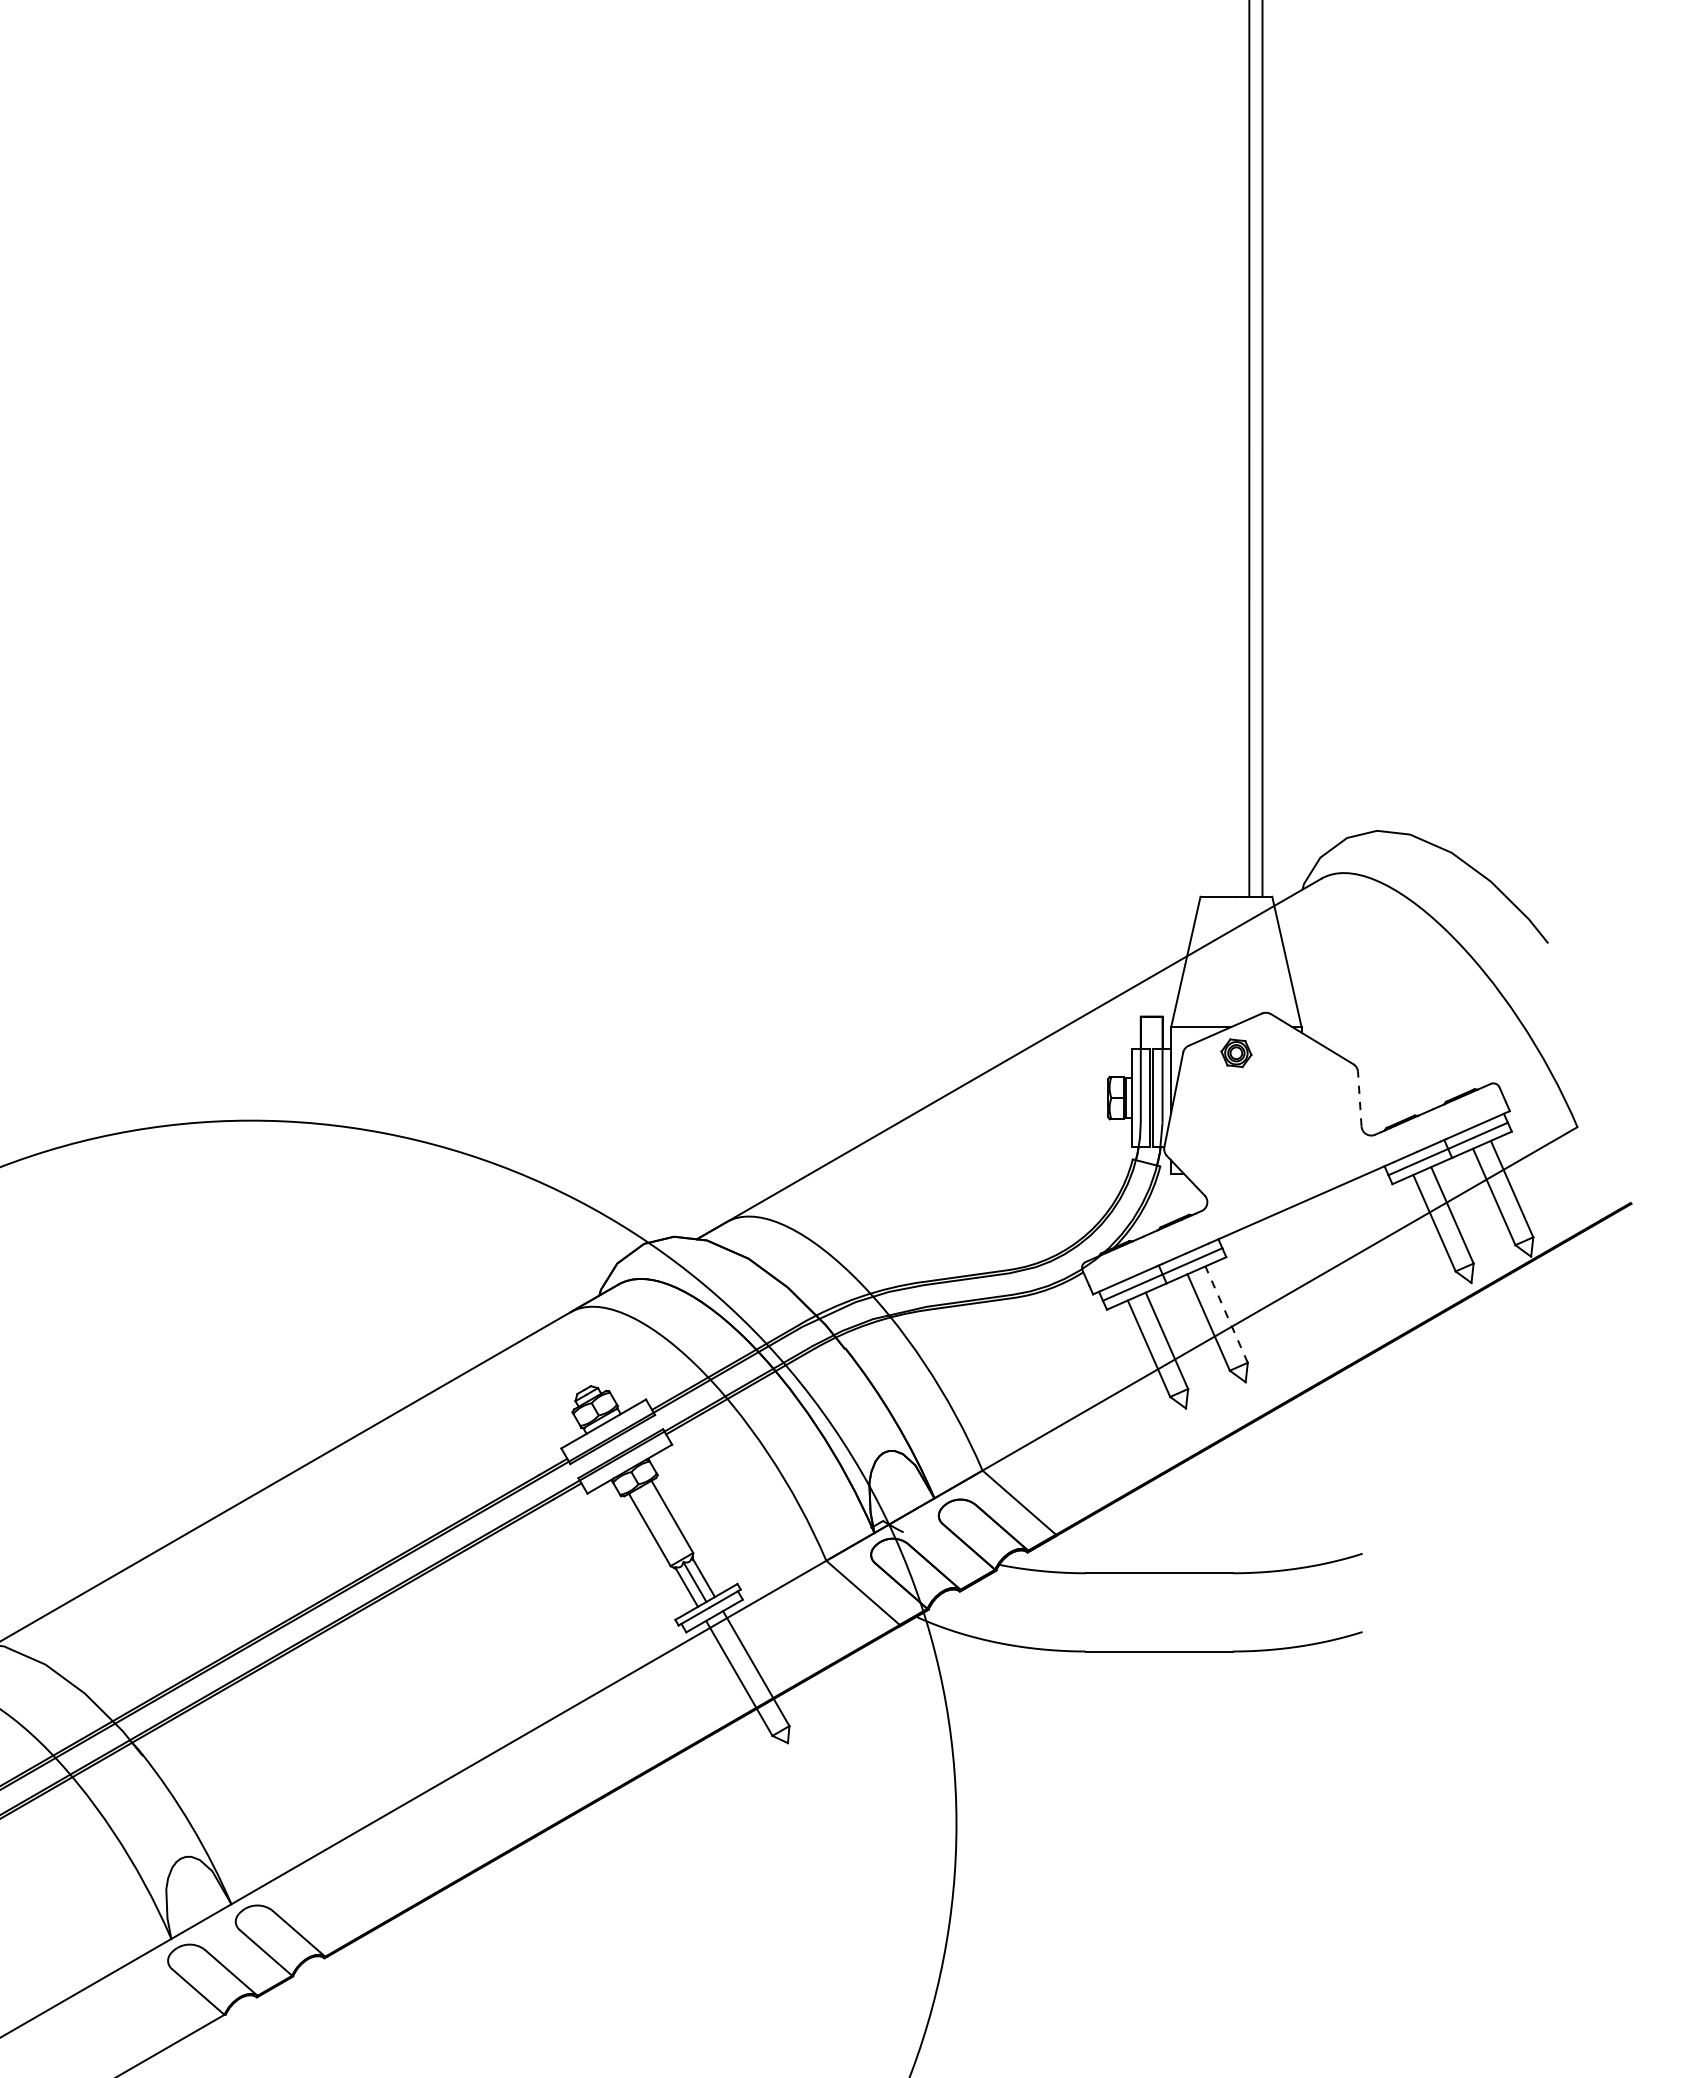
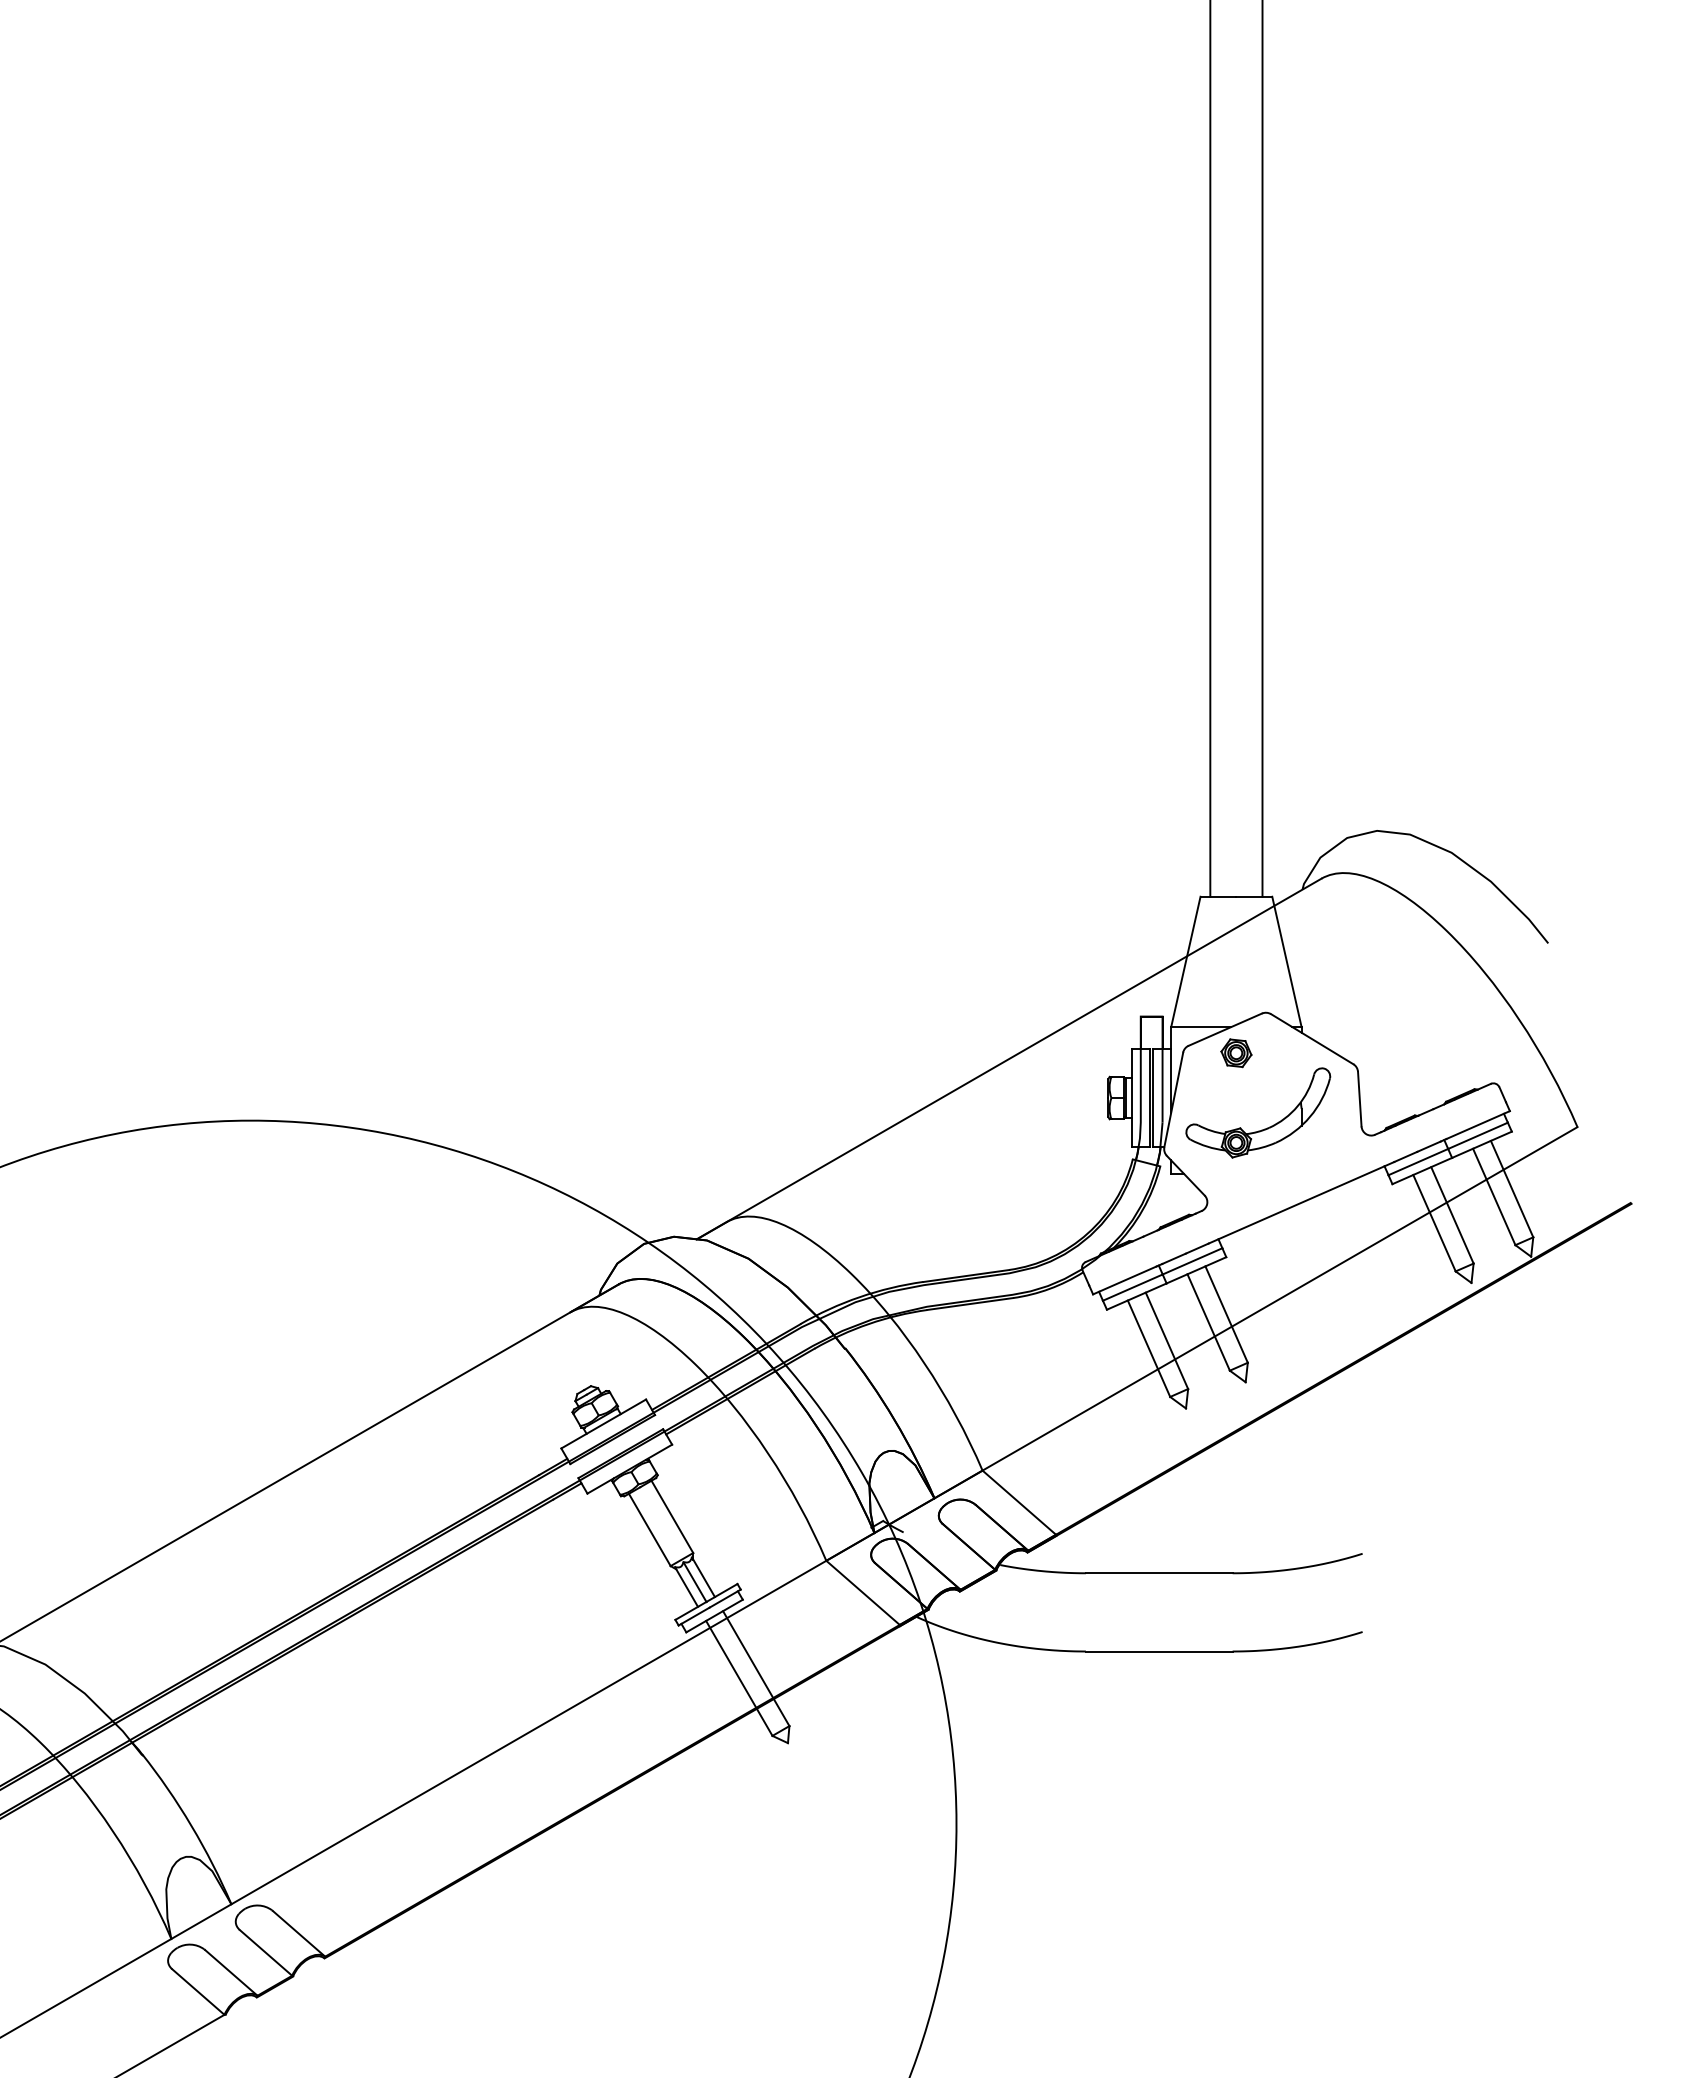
line at (1249, 449) position: (1249, 449) -> (1210, 449)
line at (1359, 1098): dashed -> solid
part at (1264, 1128): none -> present
line at (1226, 1314): dashed -> solid
